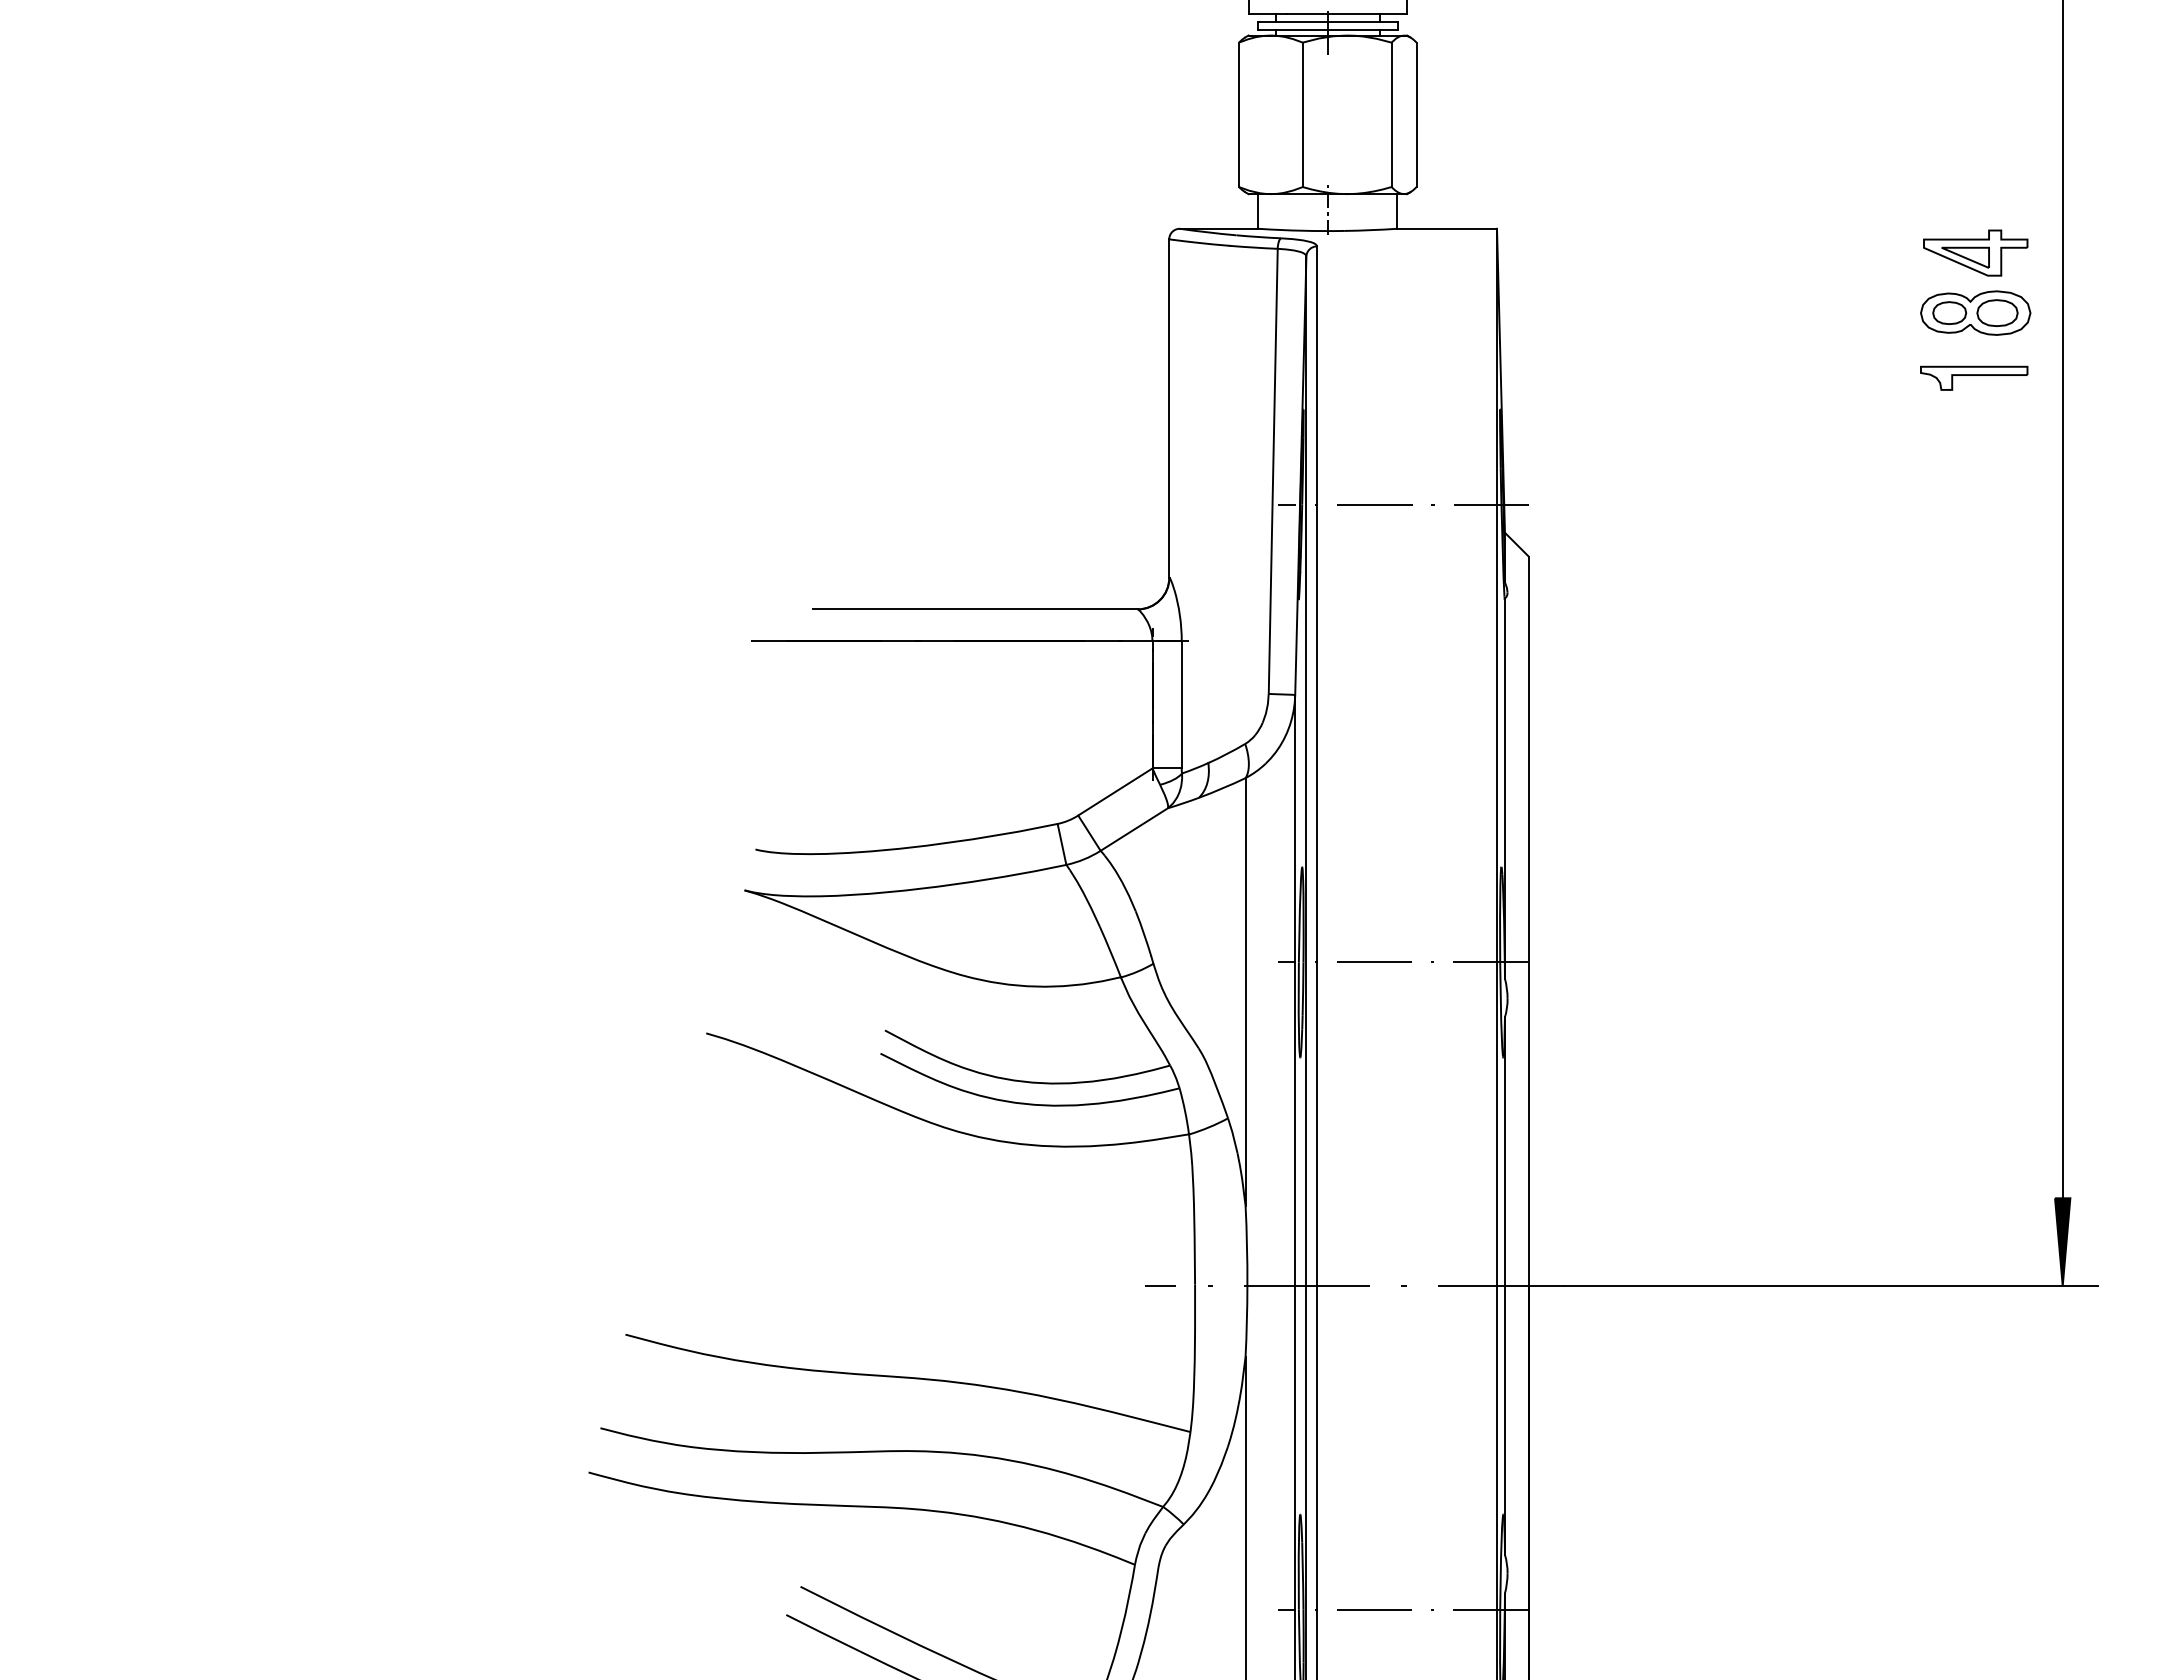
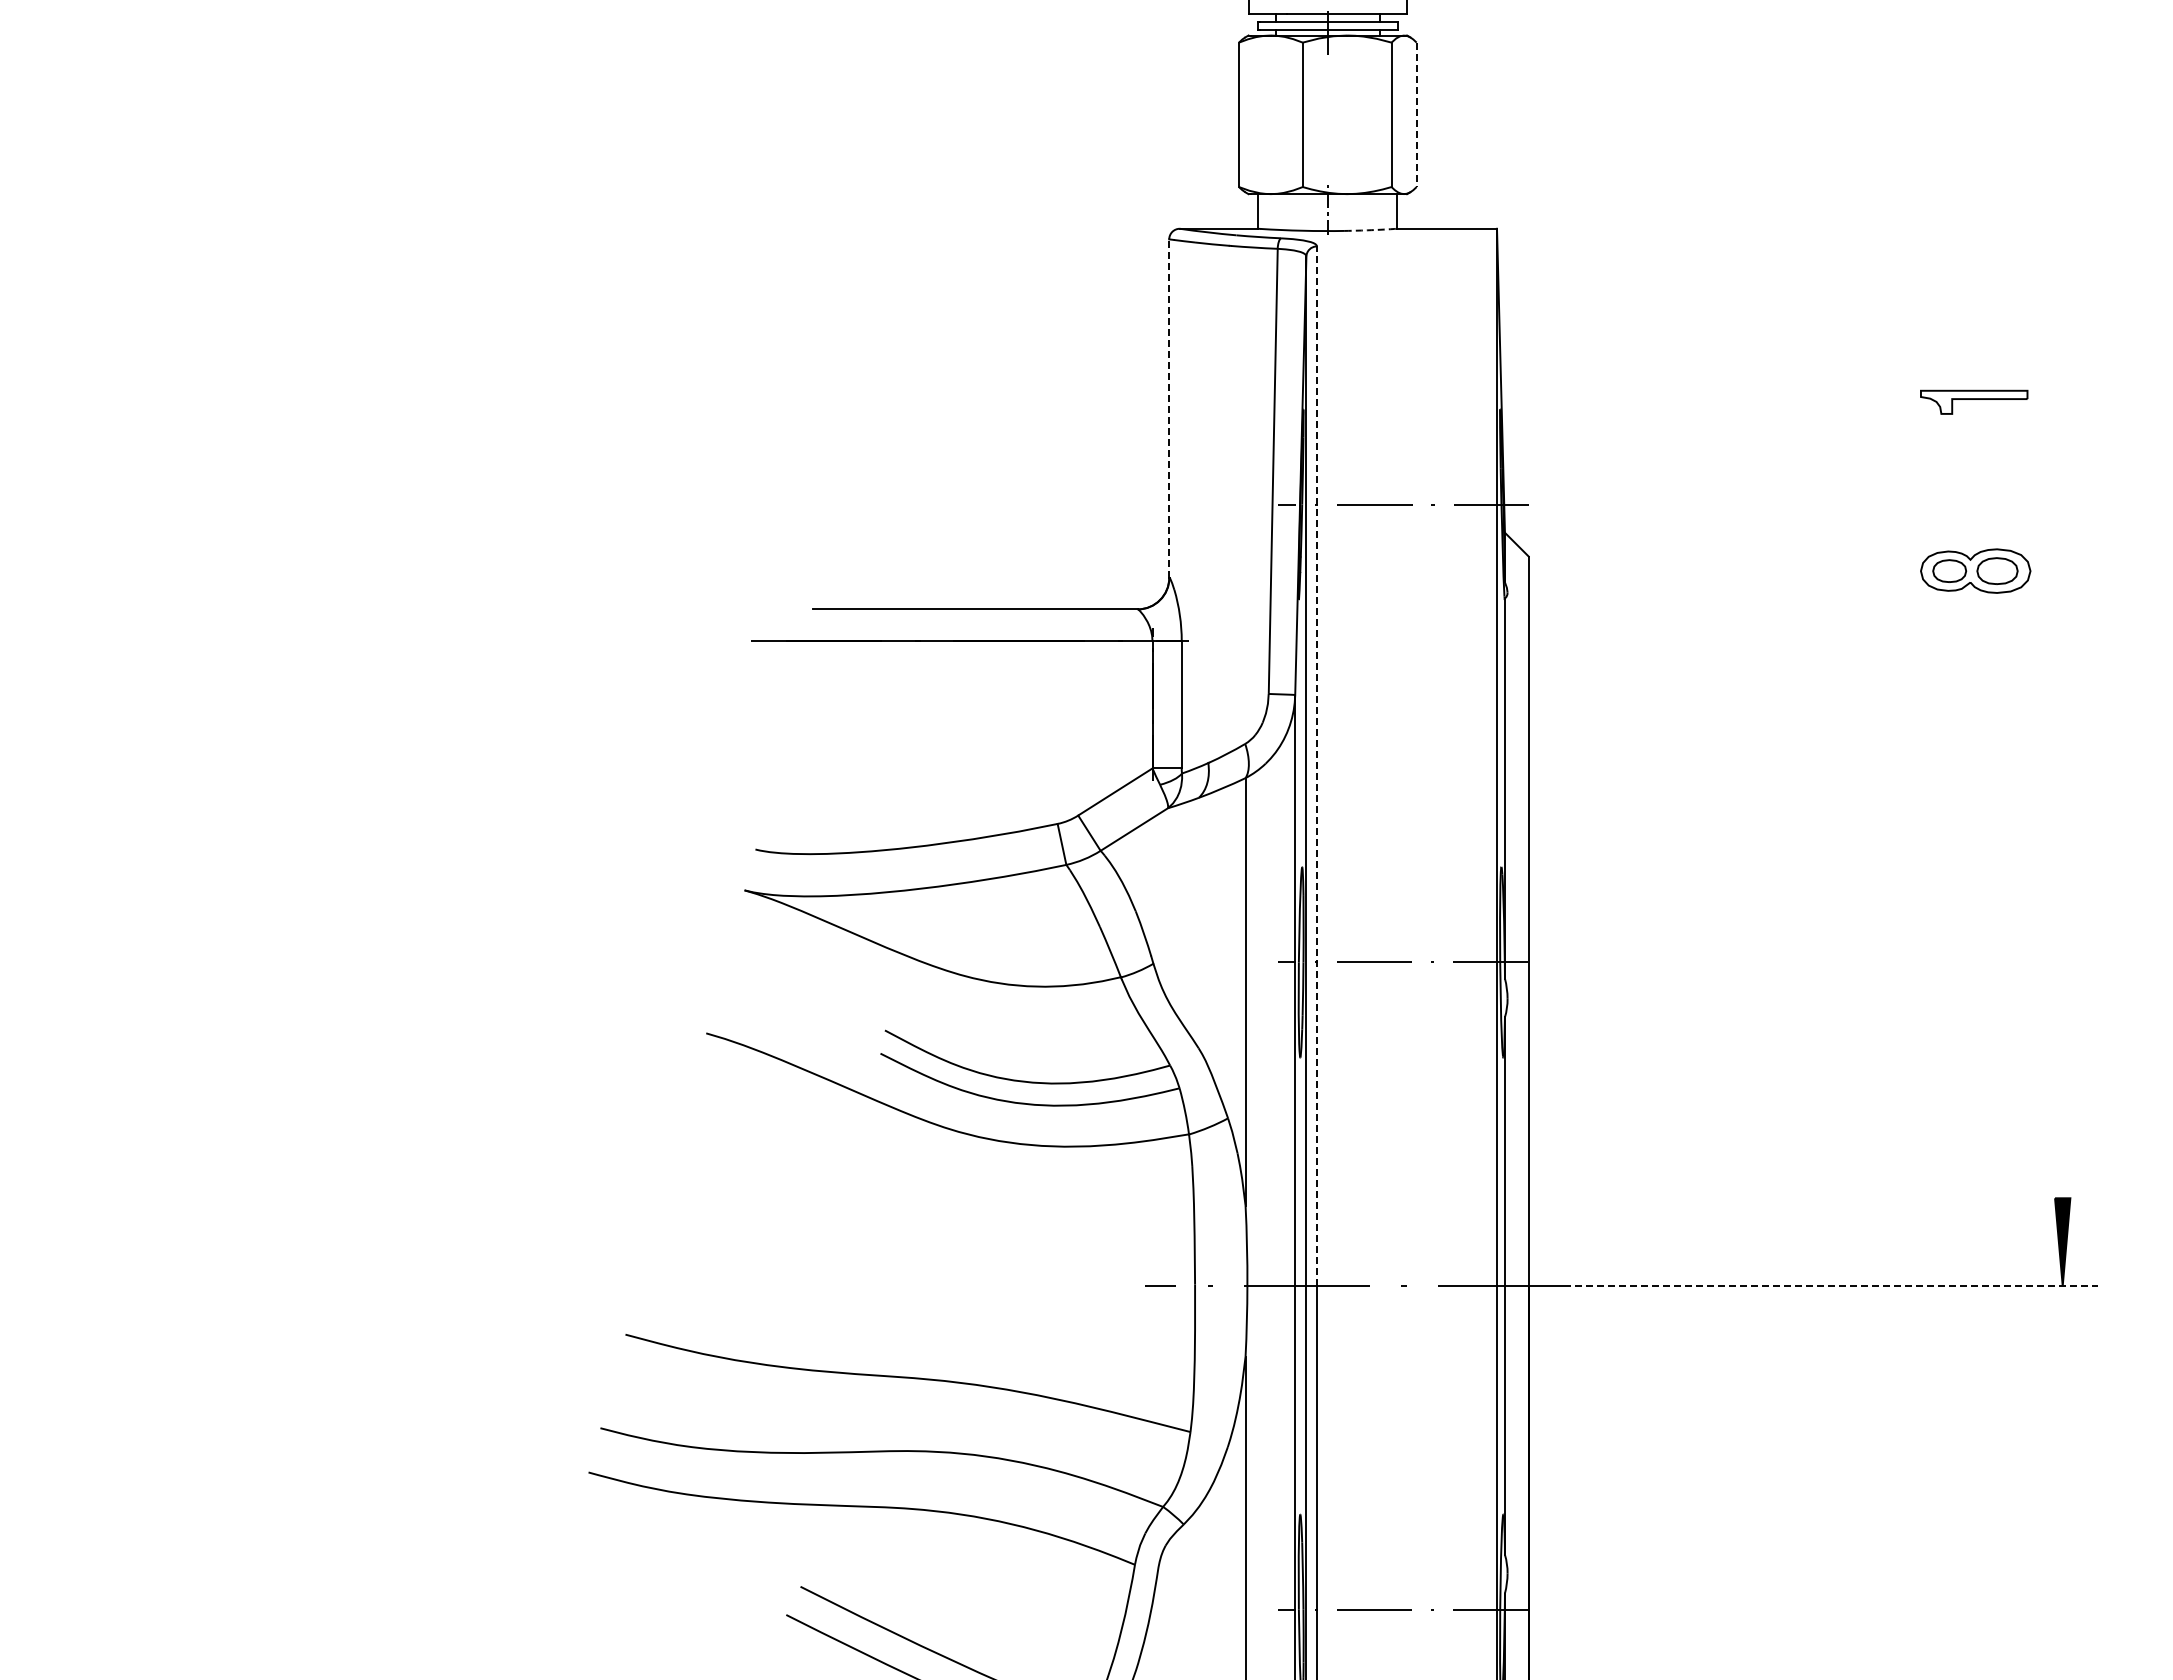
line at (1416, 115): solid -> dashed
arc at (1371, 230): solid -> dashed
part at (1975, 252): present -> none
part at (1975, 312) position: (1975, 312) -> (1975, 570)
part at (1974, 377) position: (1974, 377) -> (1974, 401)
line at (1169, 408): solid -> dashed
line at (2062, 600): present -> none
line at (1316, 766): solid -> dashed
line at (1831, 1286): solid -> dashed
